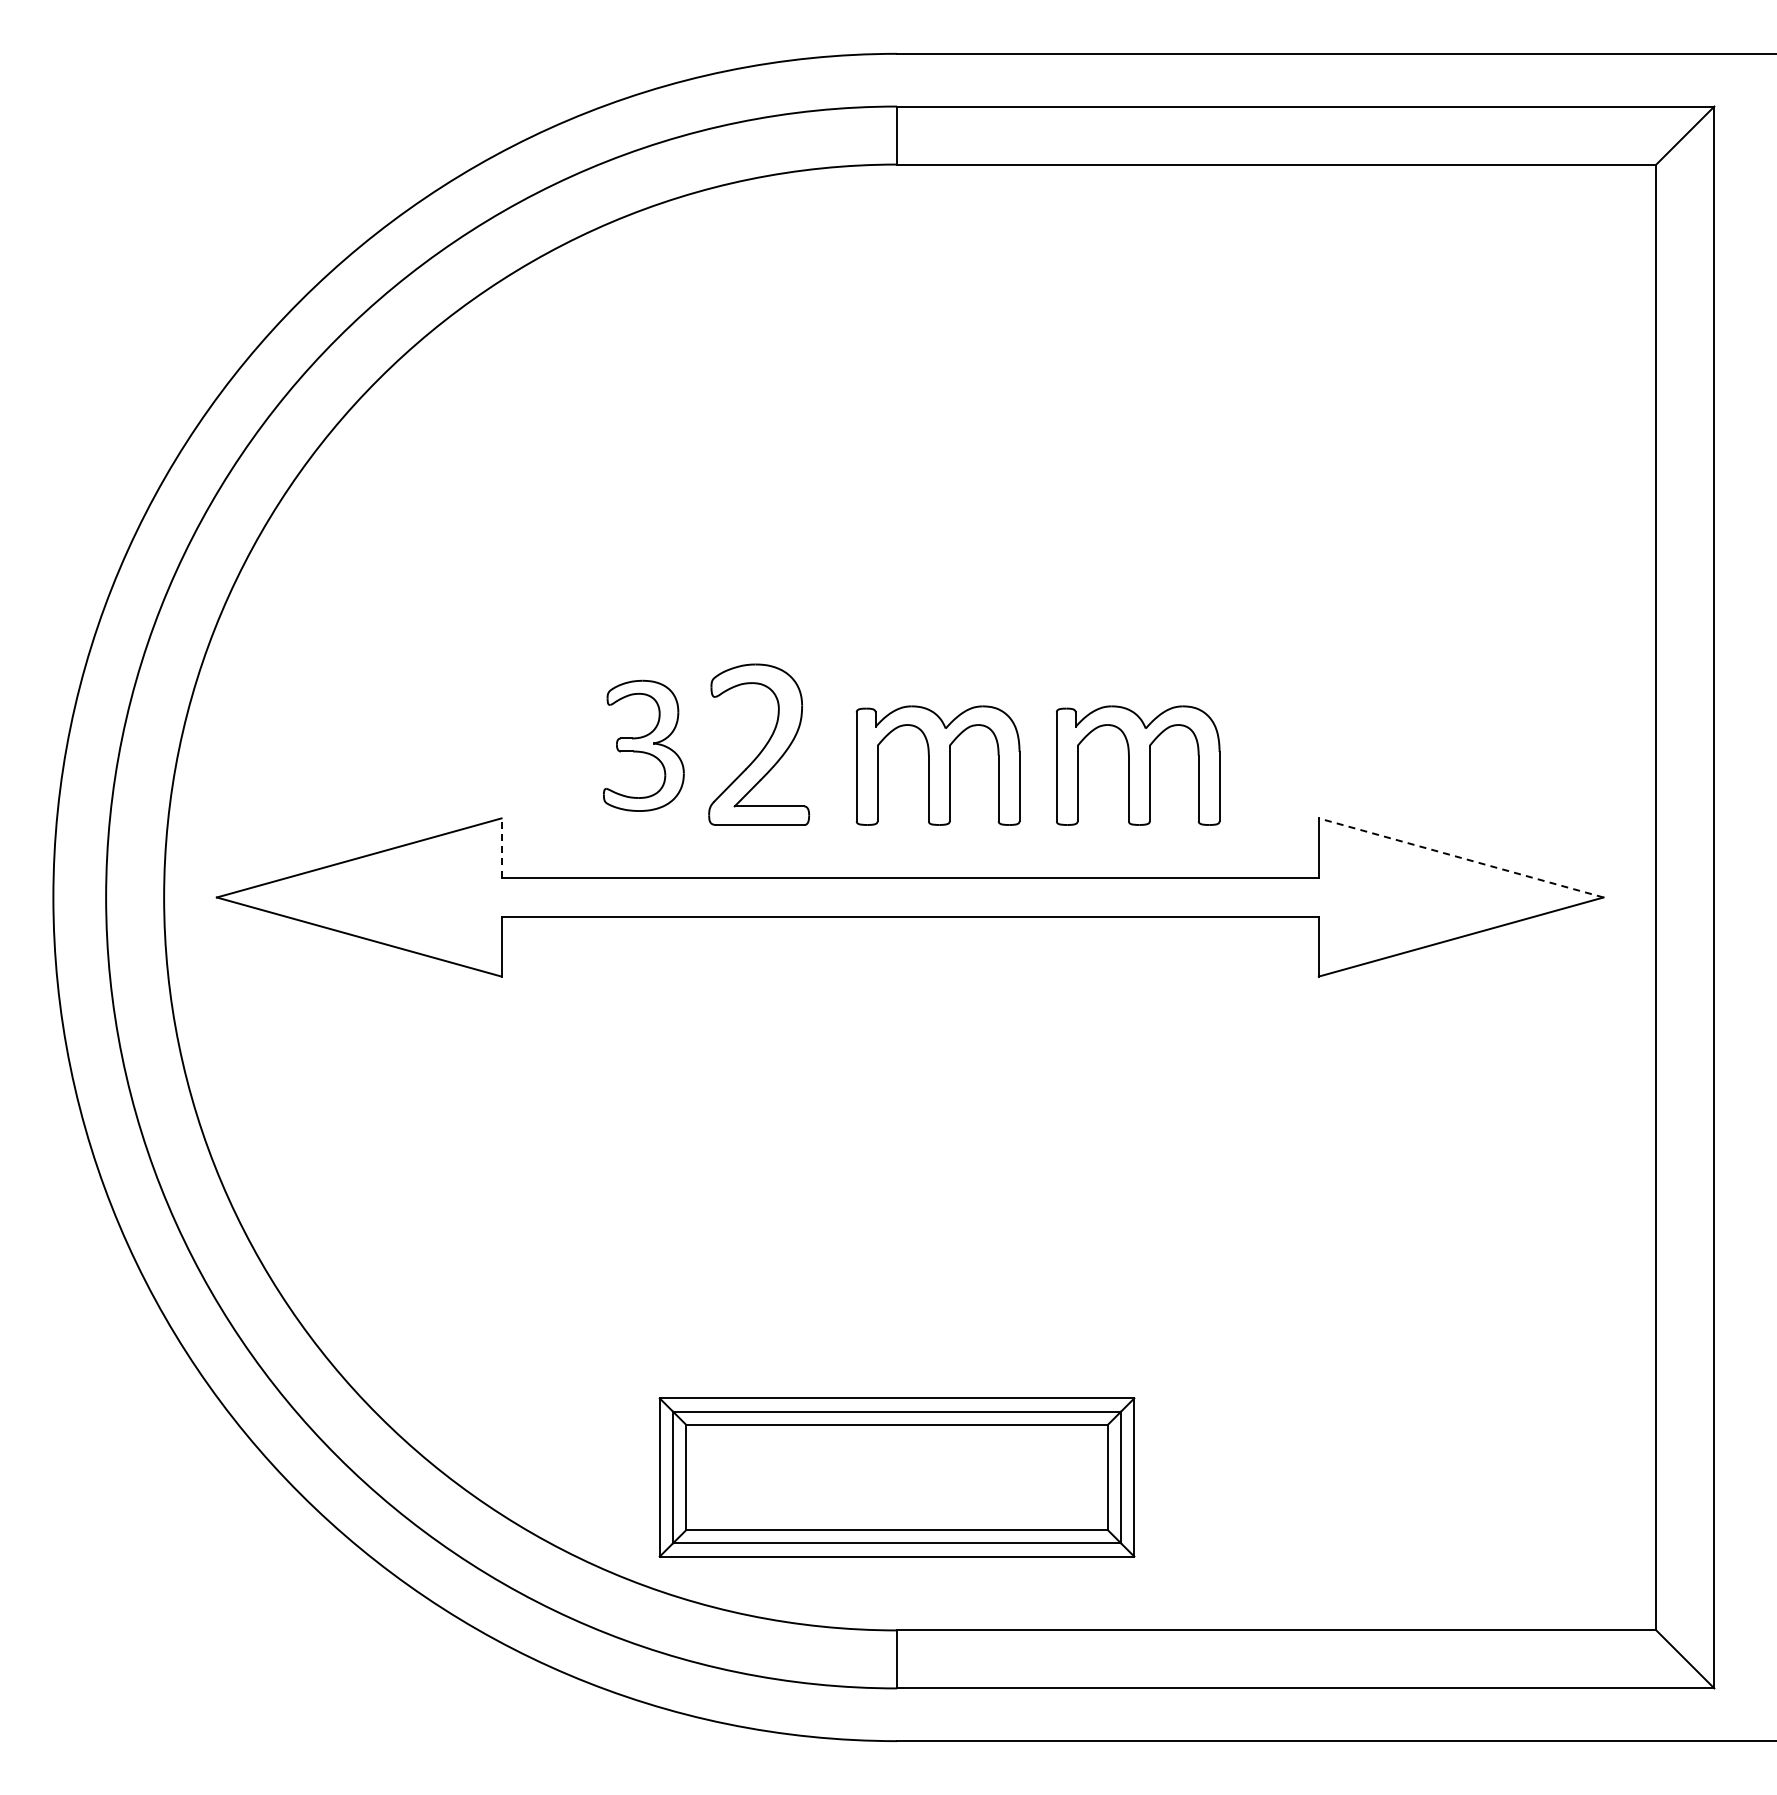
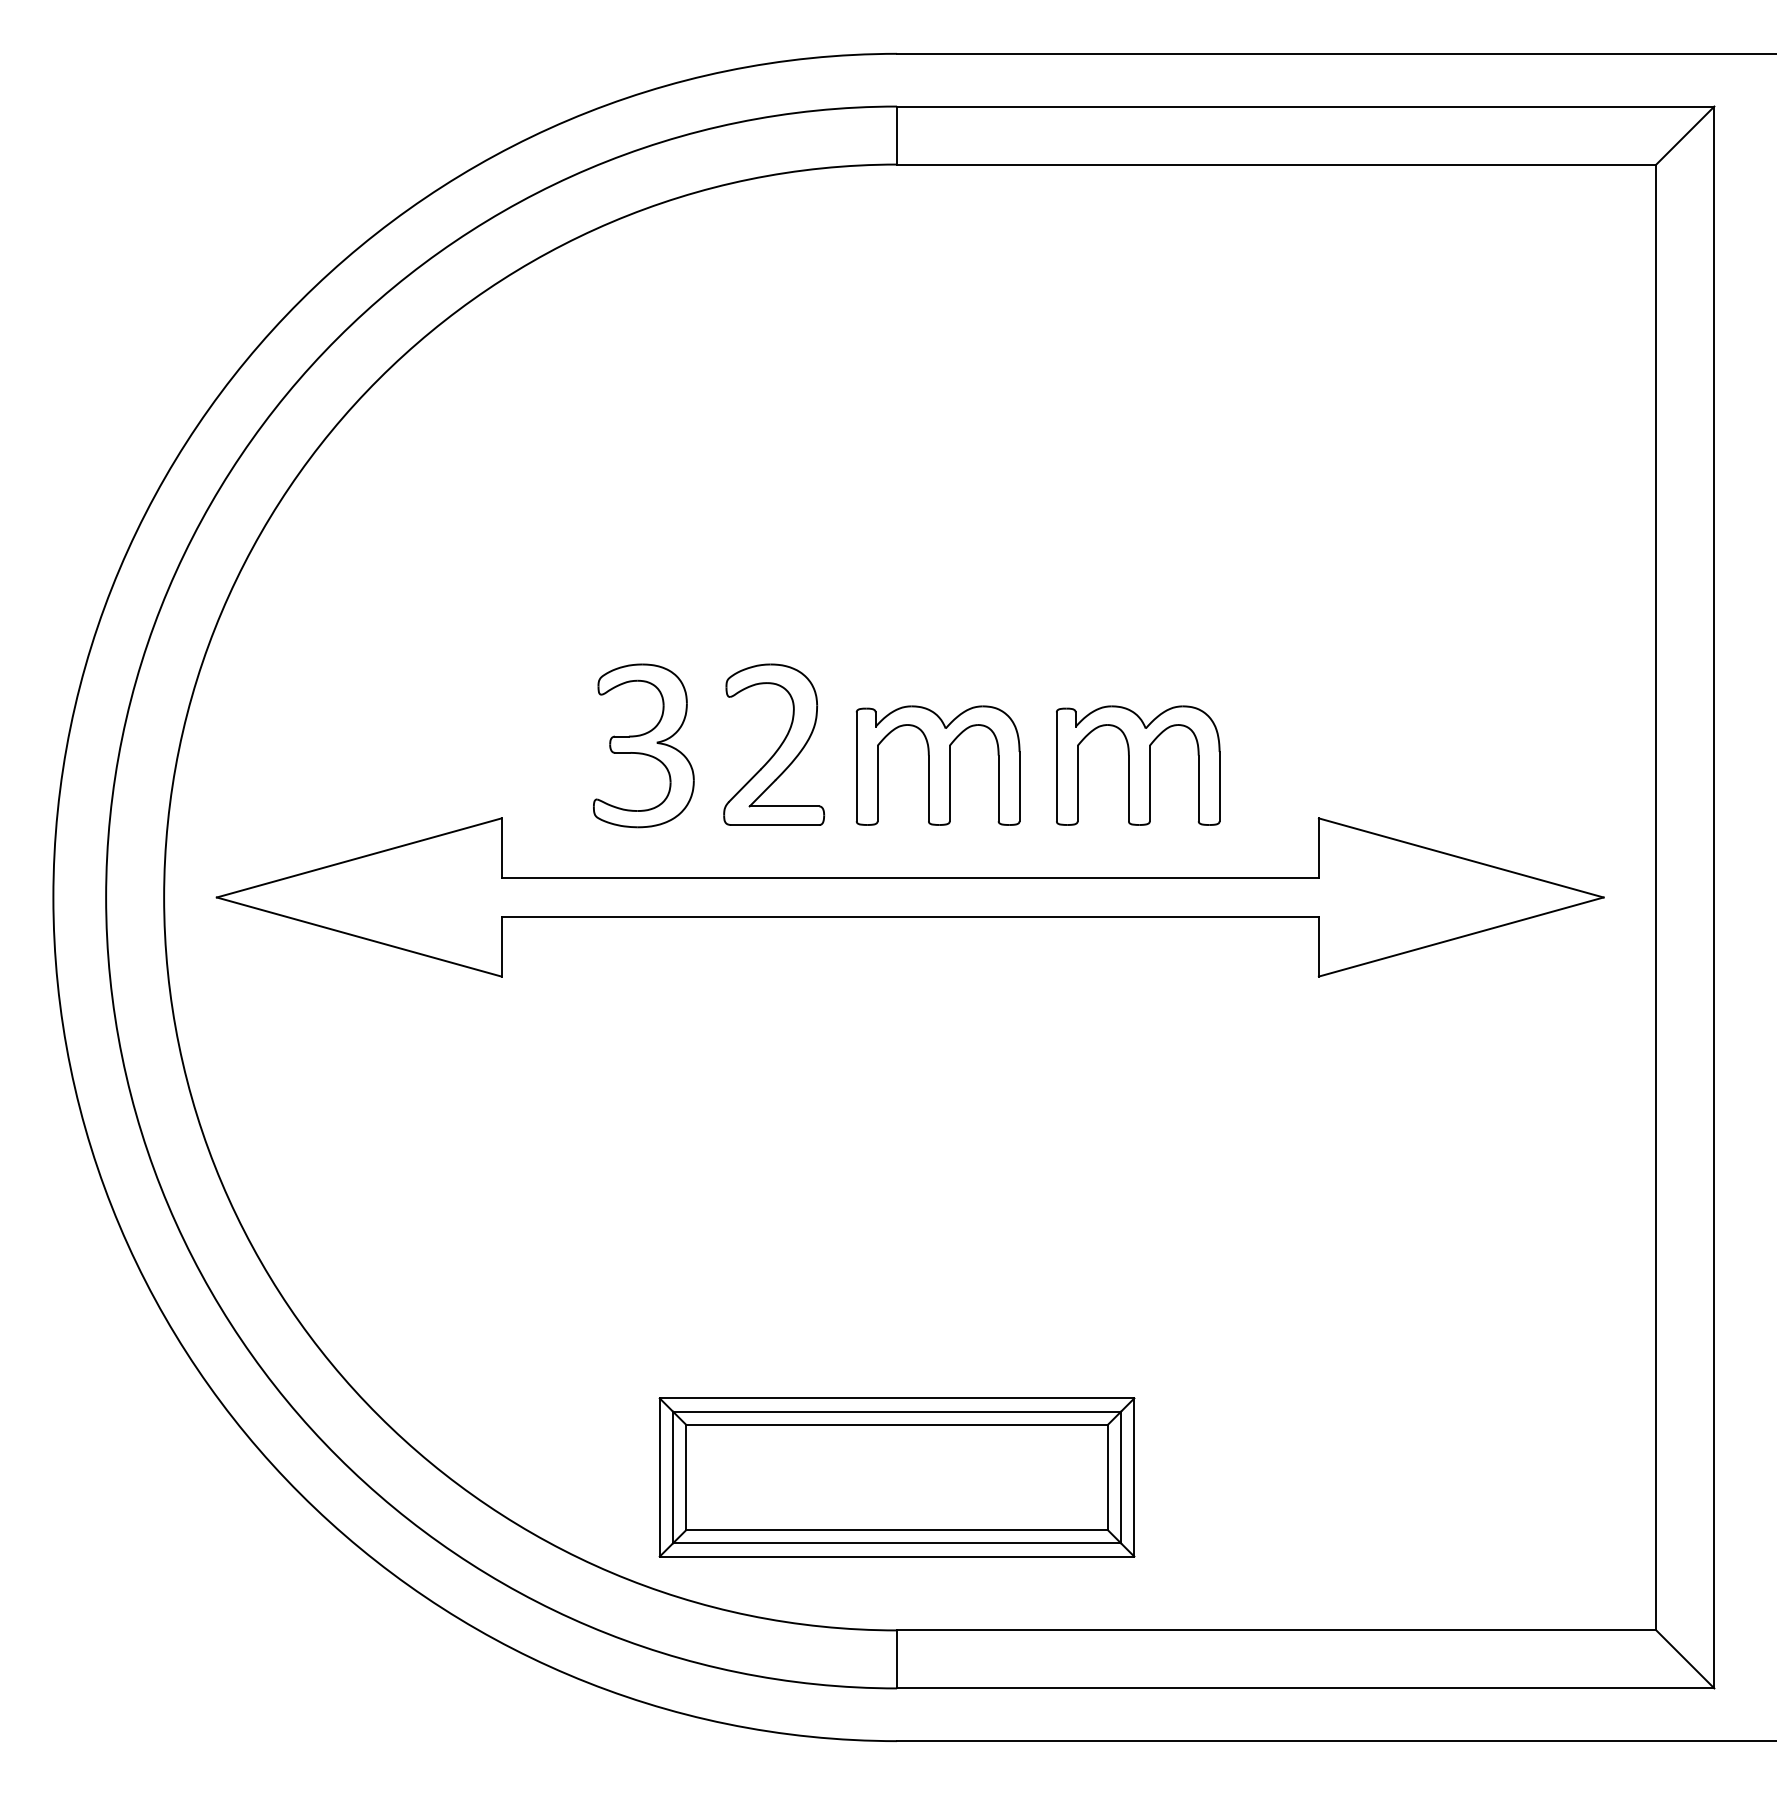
part at (759, 744) position: (759, 744) -> (774, 744)
part at (643, 745) size: 82x133 px -> 102x166 px
line at (501, 848): dashed -> solid
line at (1461, 857): dashed -> solid
